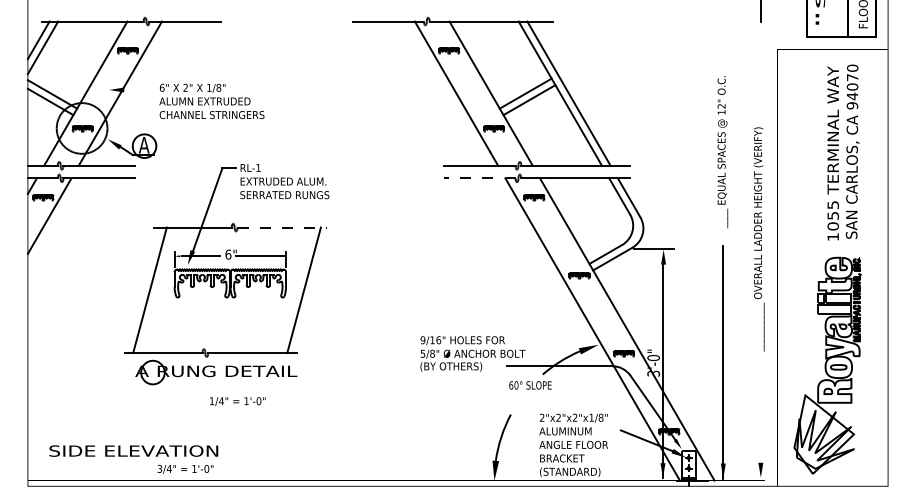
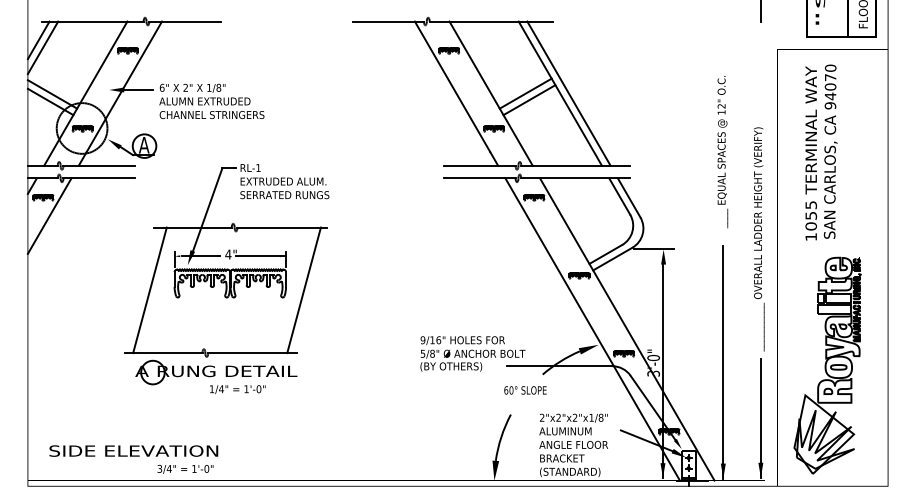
line at (137, 90): none -> present
text at (843, 152) position: (843, 152) -> (821, 152)
line at (479, 178): dashed -> solid
line at (282, 227): dashed -> solid
text at (228, 254): 6" -> 4"
text at (530, 385) position: (530, 385) -> (525, 390)
text at (237, 401) position: (237, 401) -> (237, 389)
line at (760, 417): none -> present
